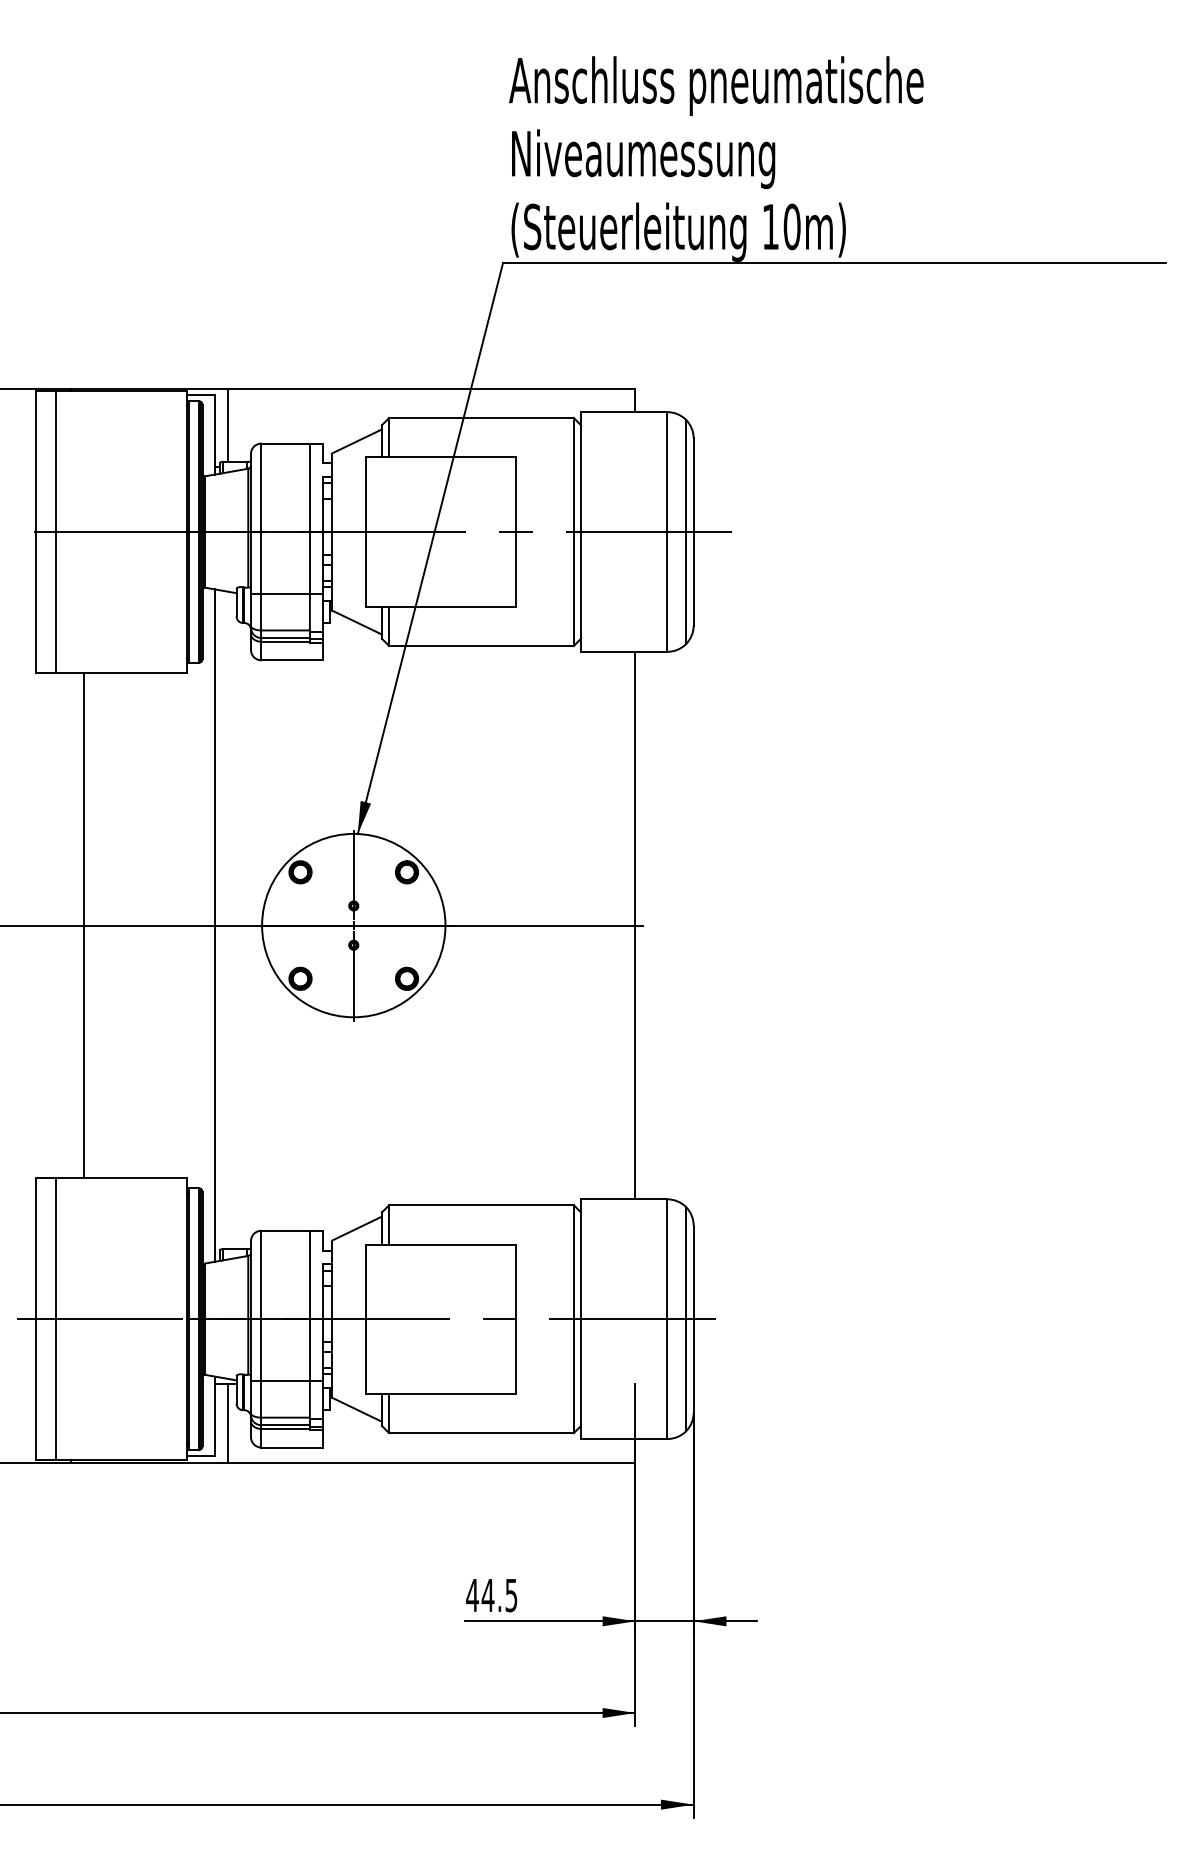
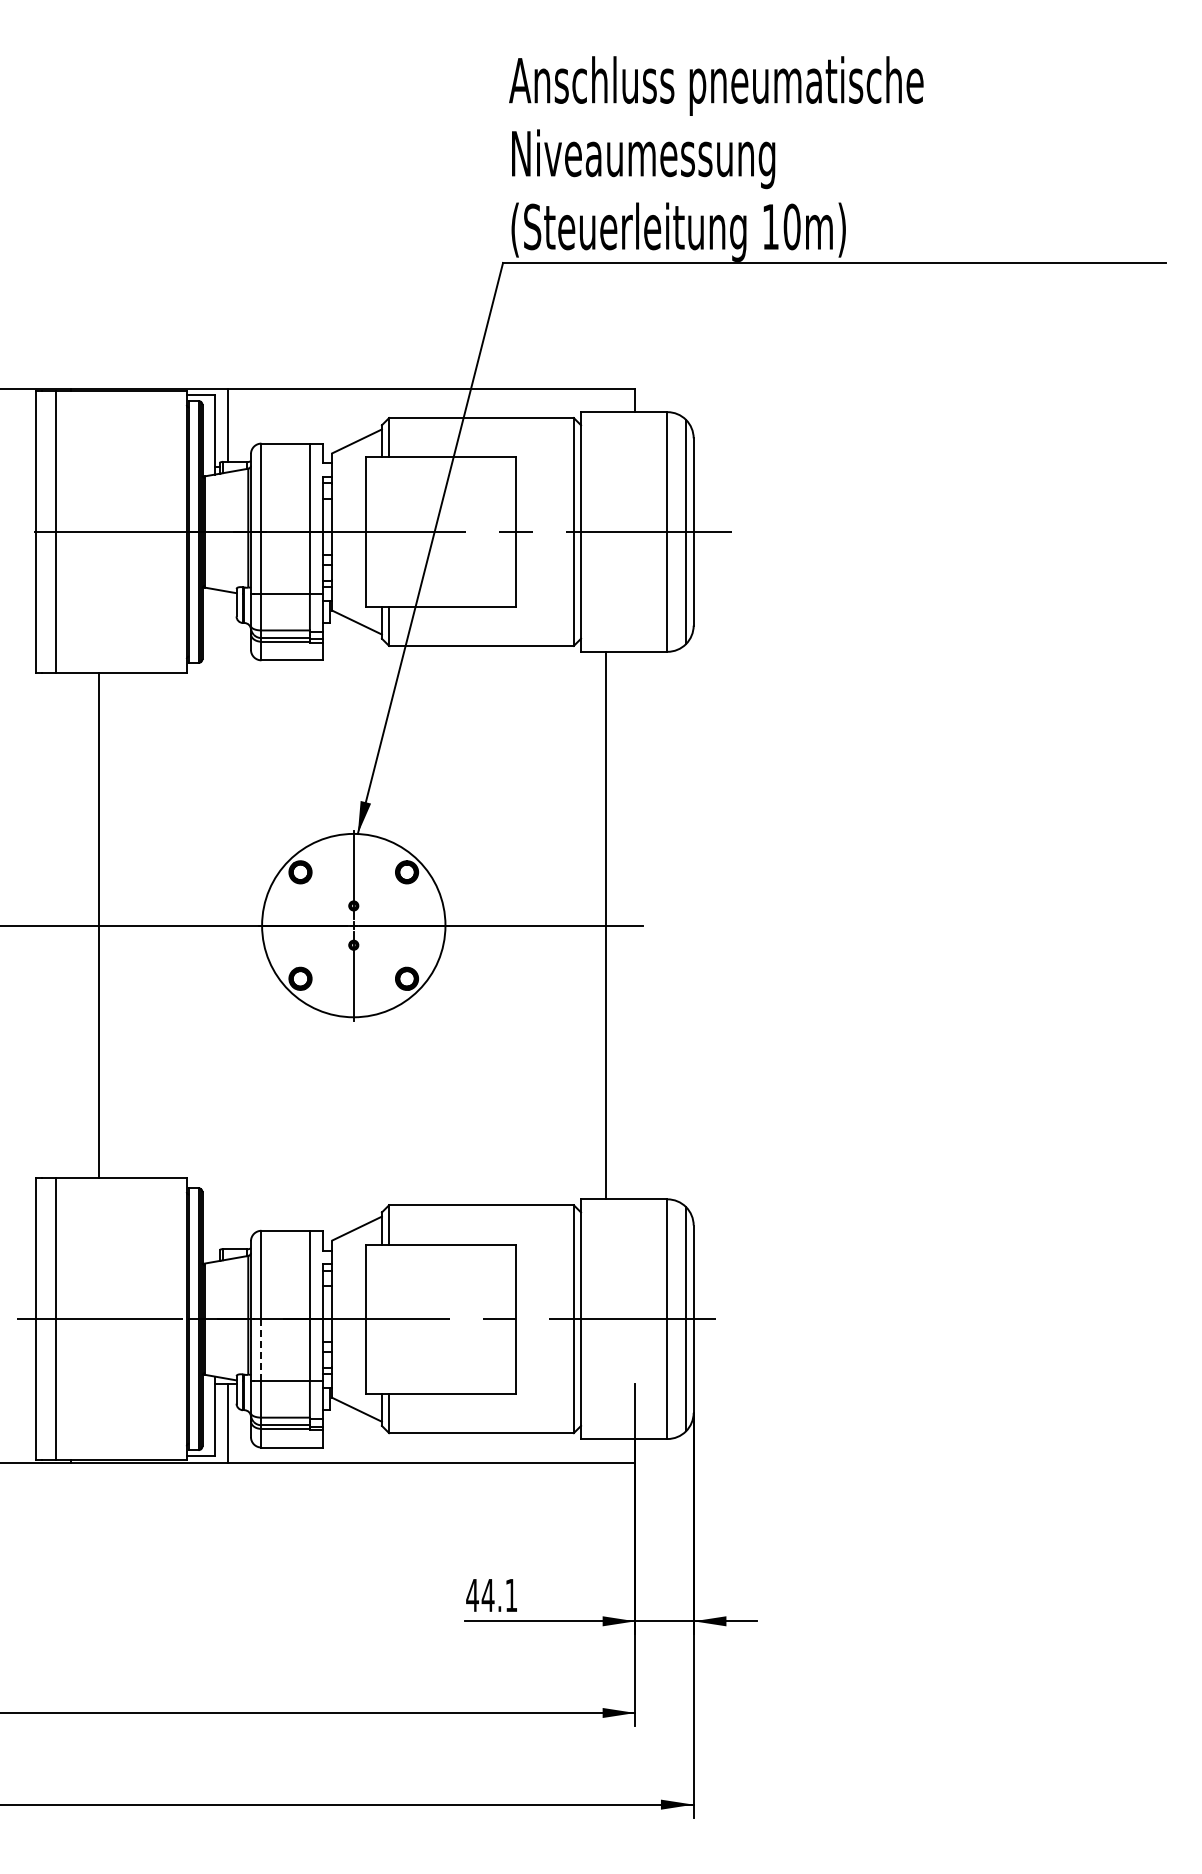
line at (83, 925) position: (83, 925) -> (98, 925)
line at (214, 925): present -> none
line at (635, 925) position: (635, 925) -> (606, 925)
line at (261, 1349): solid -> dashed
text at (511, 1595): 44.5 -> 44.1
